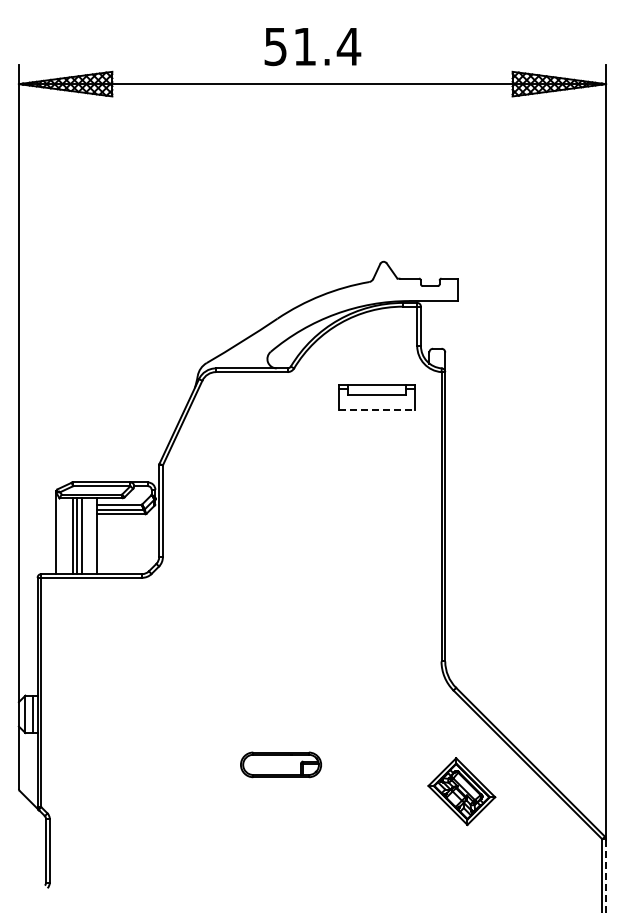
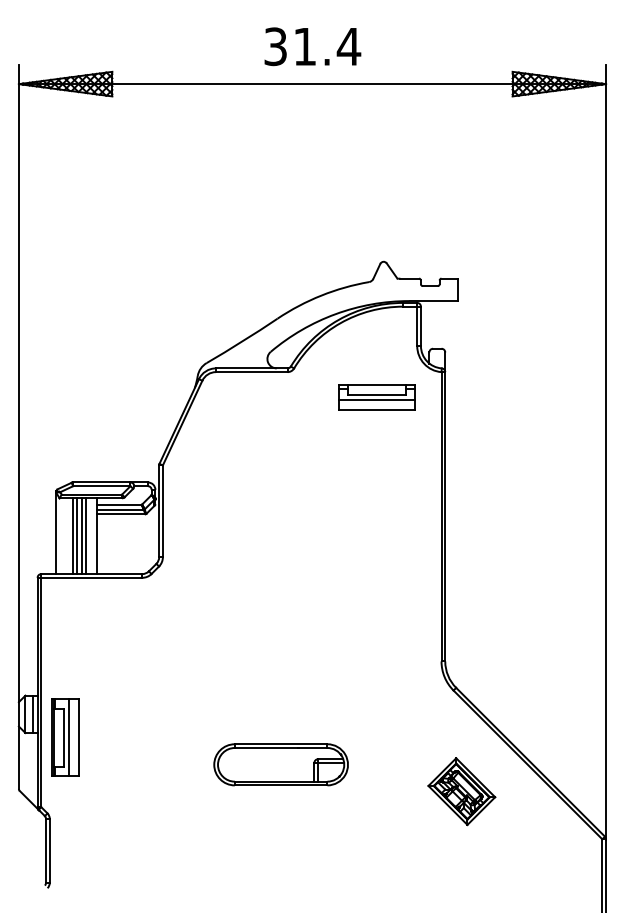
text at (275, 46): 51.4 -> 31.4
line at (376, 400): none -> present
line at (377, 409): dashed -> solid
line at (86, 536): none -> present
part at (65, 737): none -> present
part at (280, 764) size: 82x28 px -> 136x44 px
line at (606, 875): dashed -> solid
